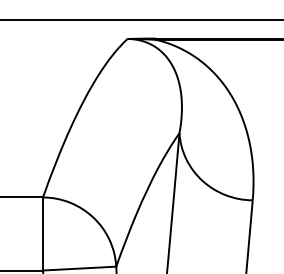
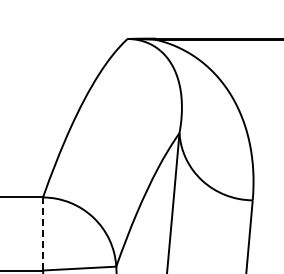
line at (141, 20): present -> none
line at (43, 234): solid -> dashed
